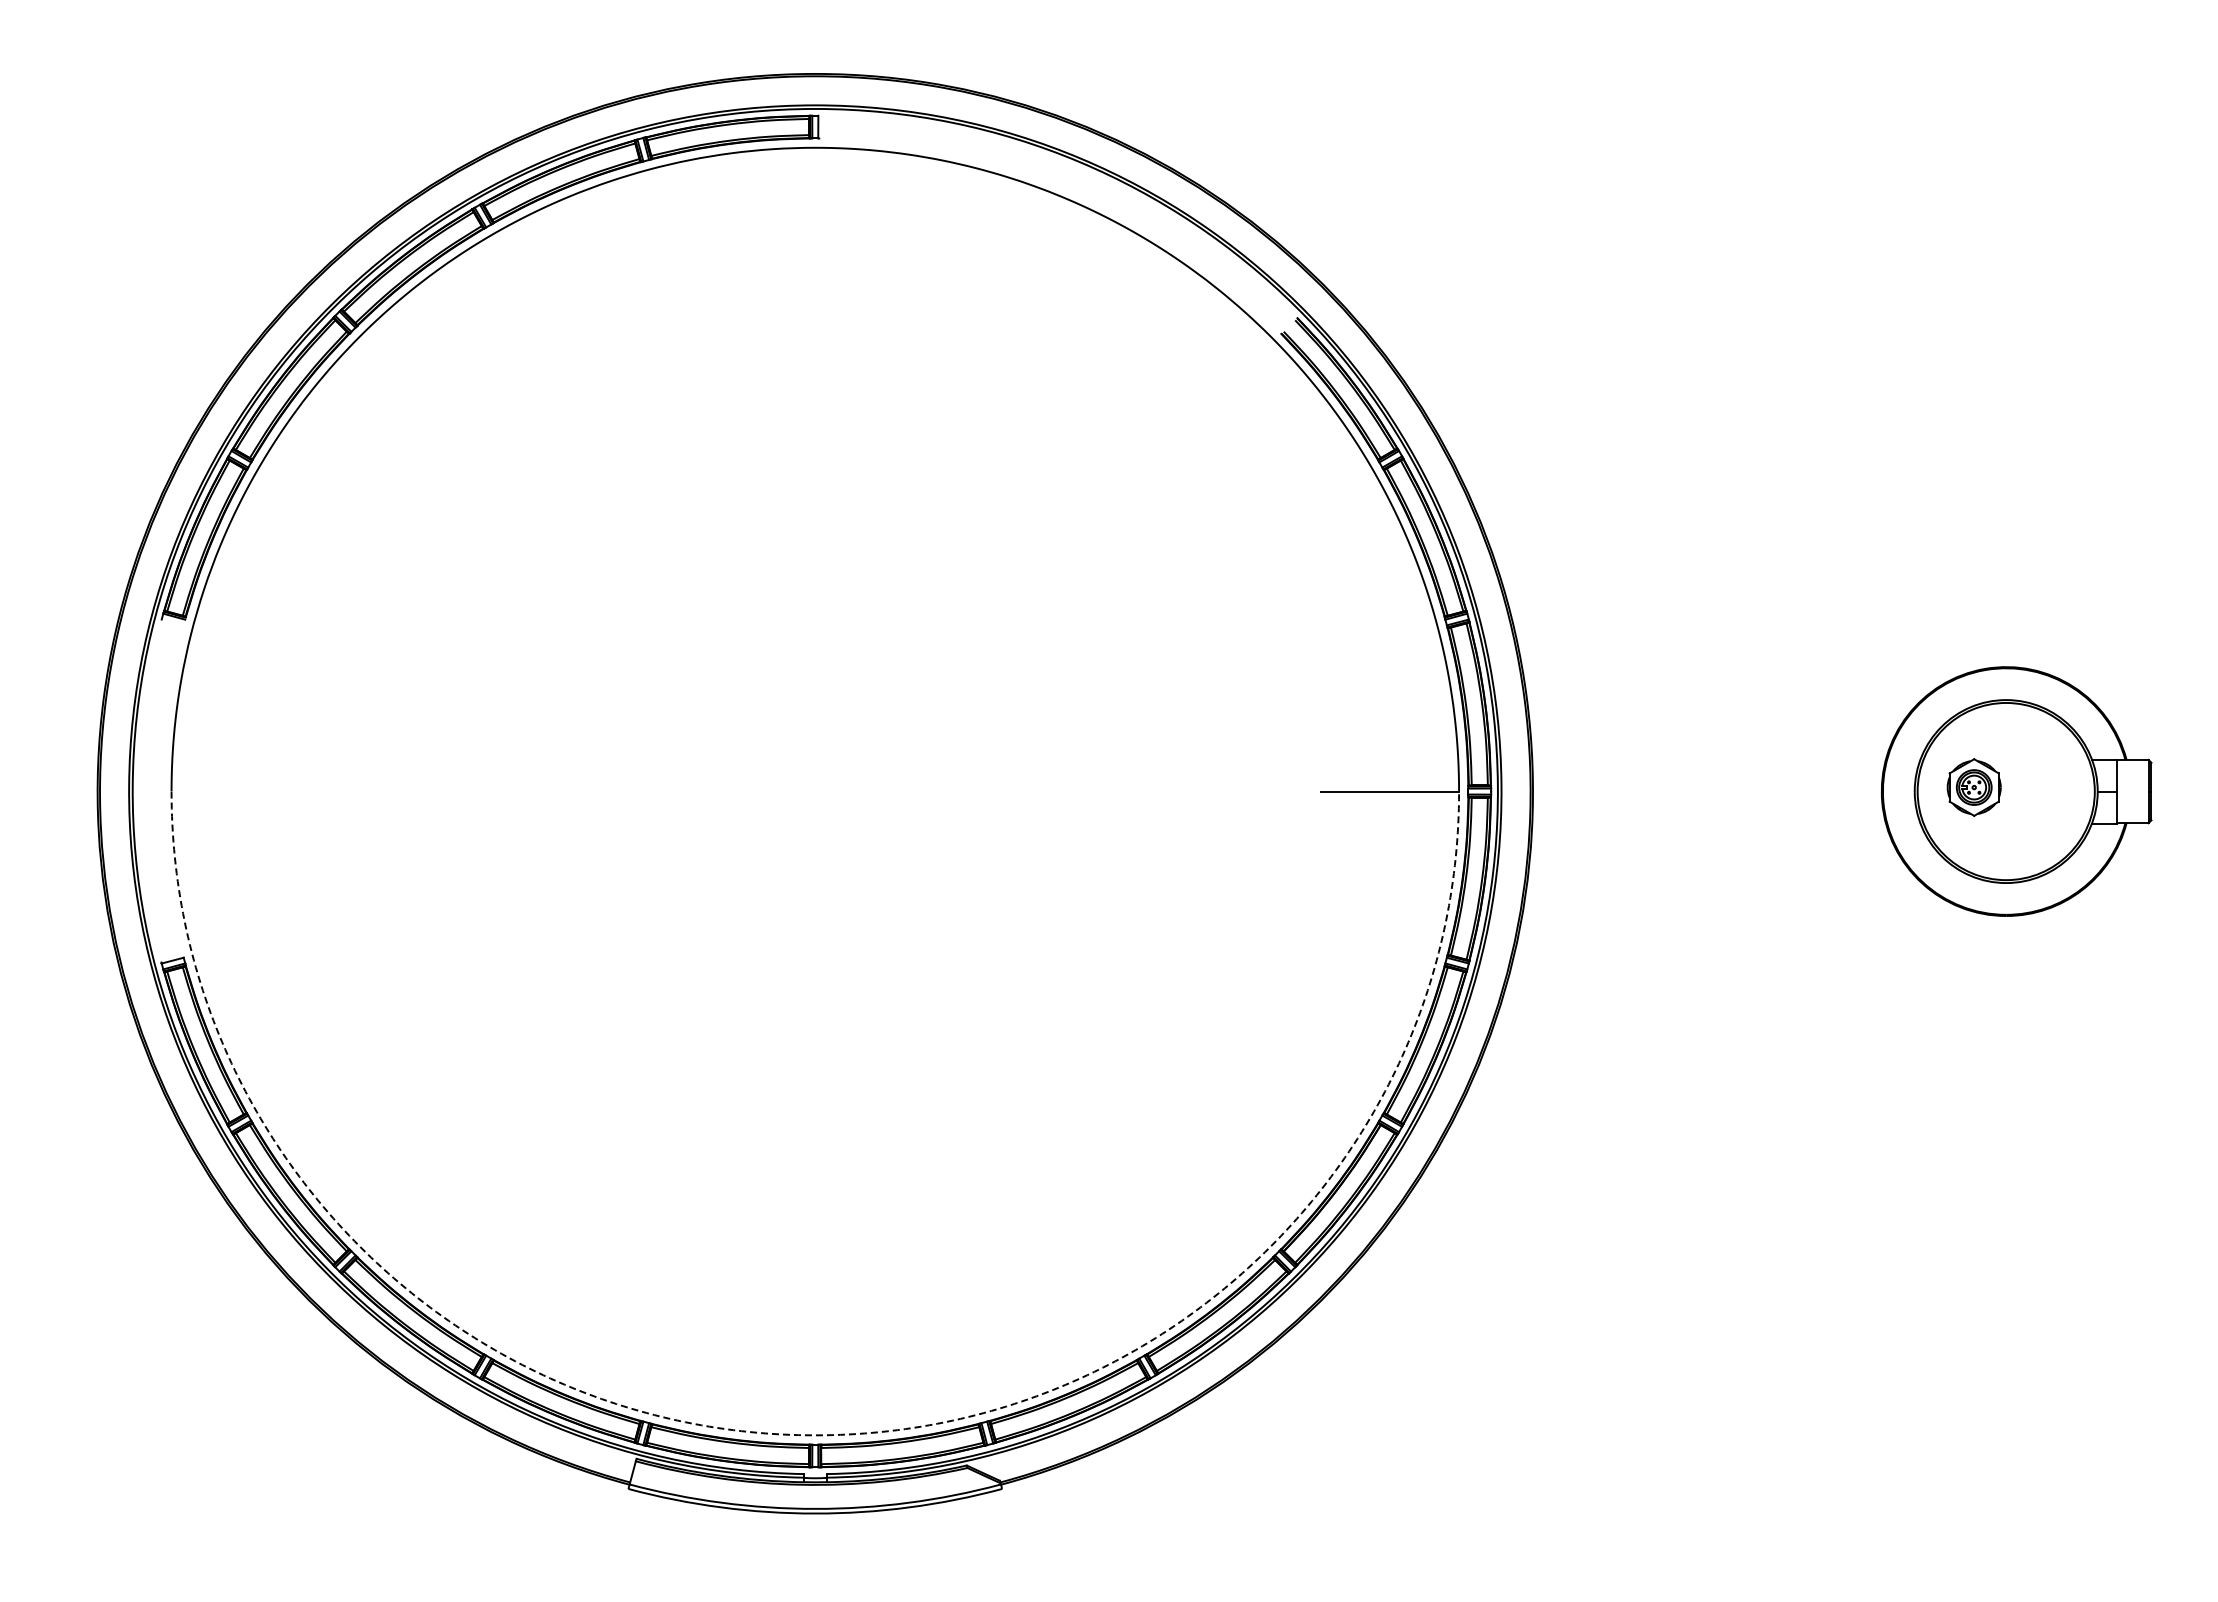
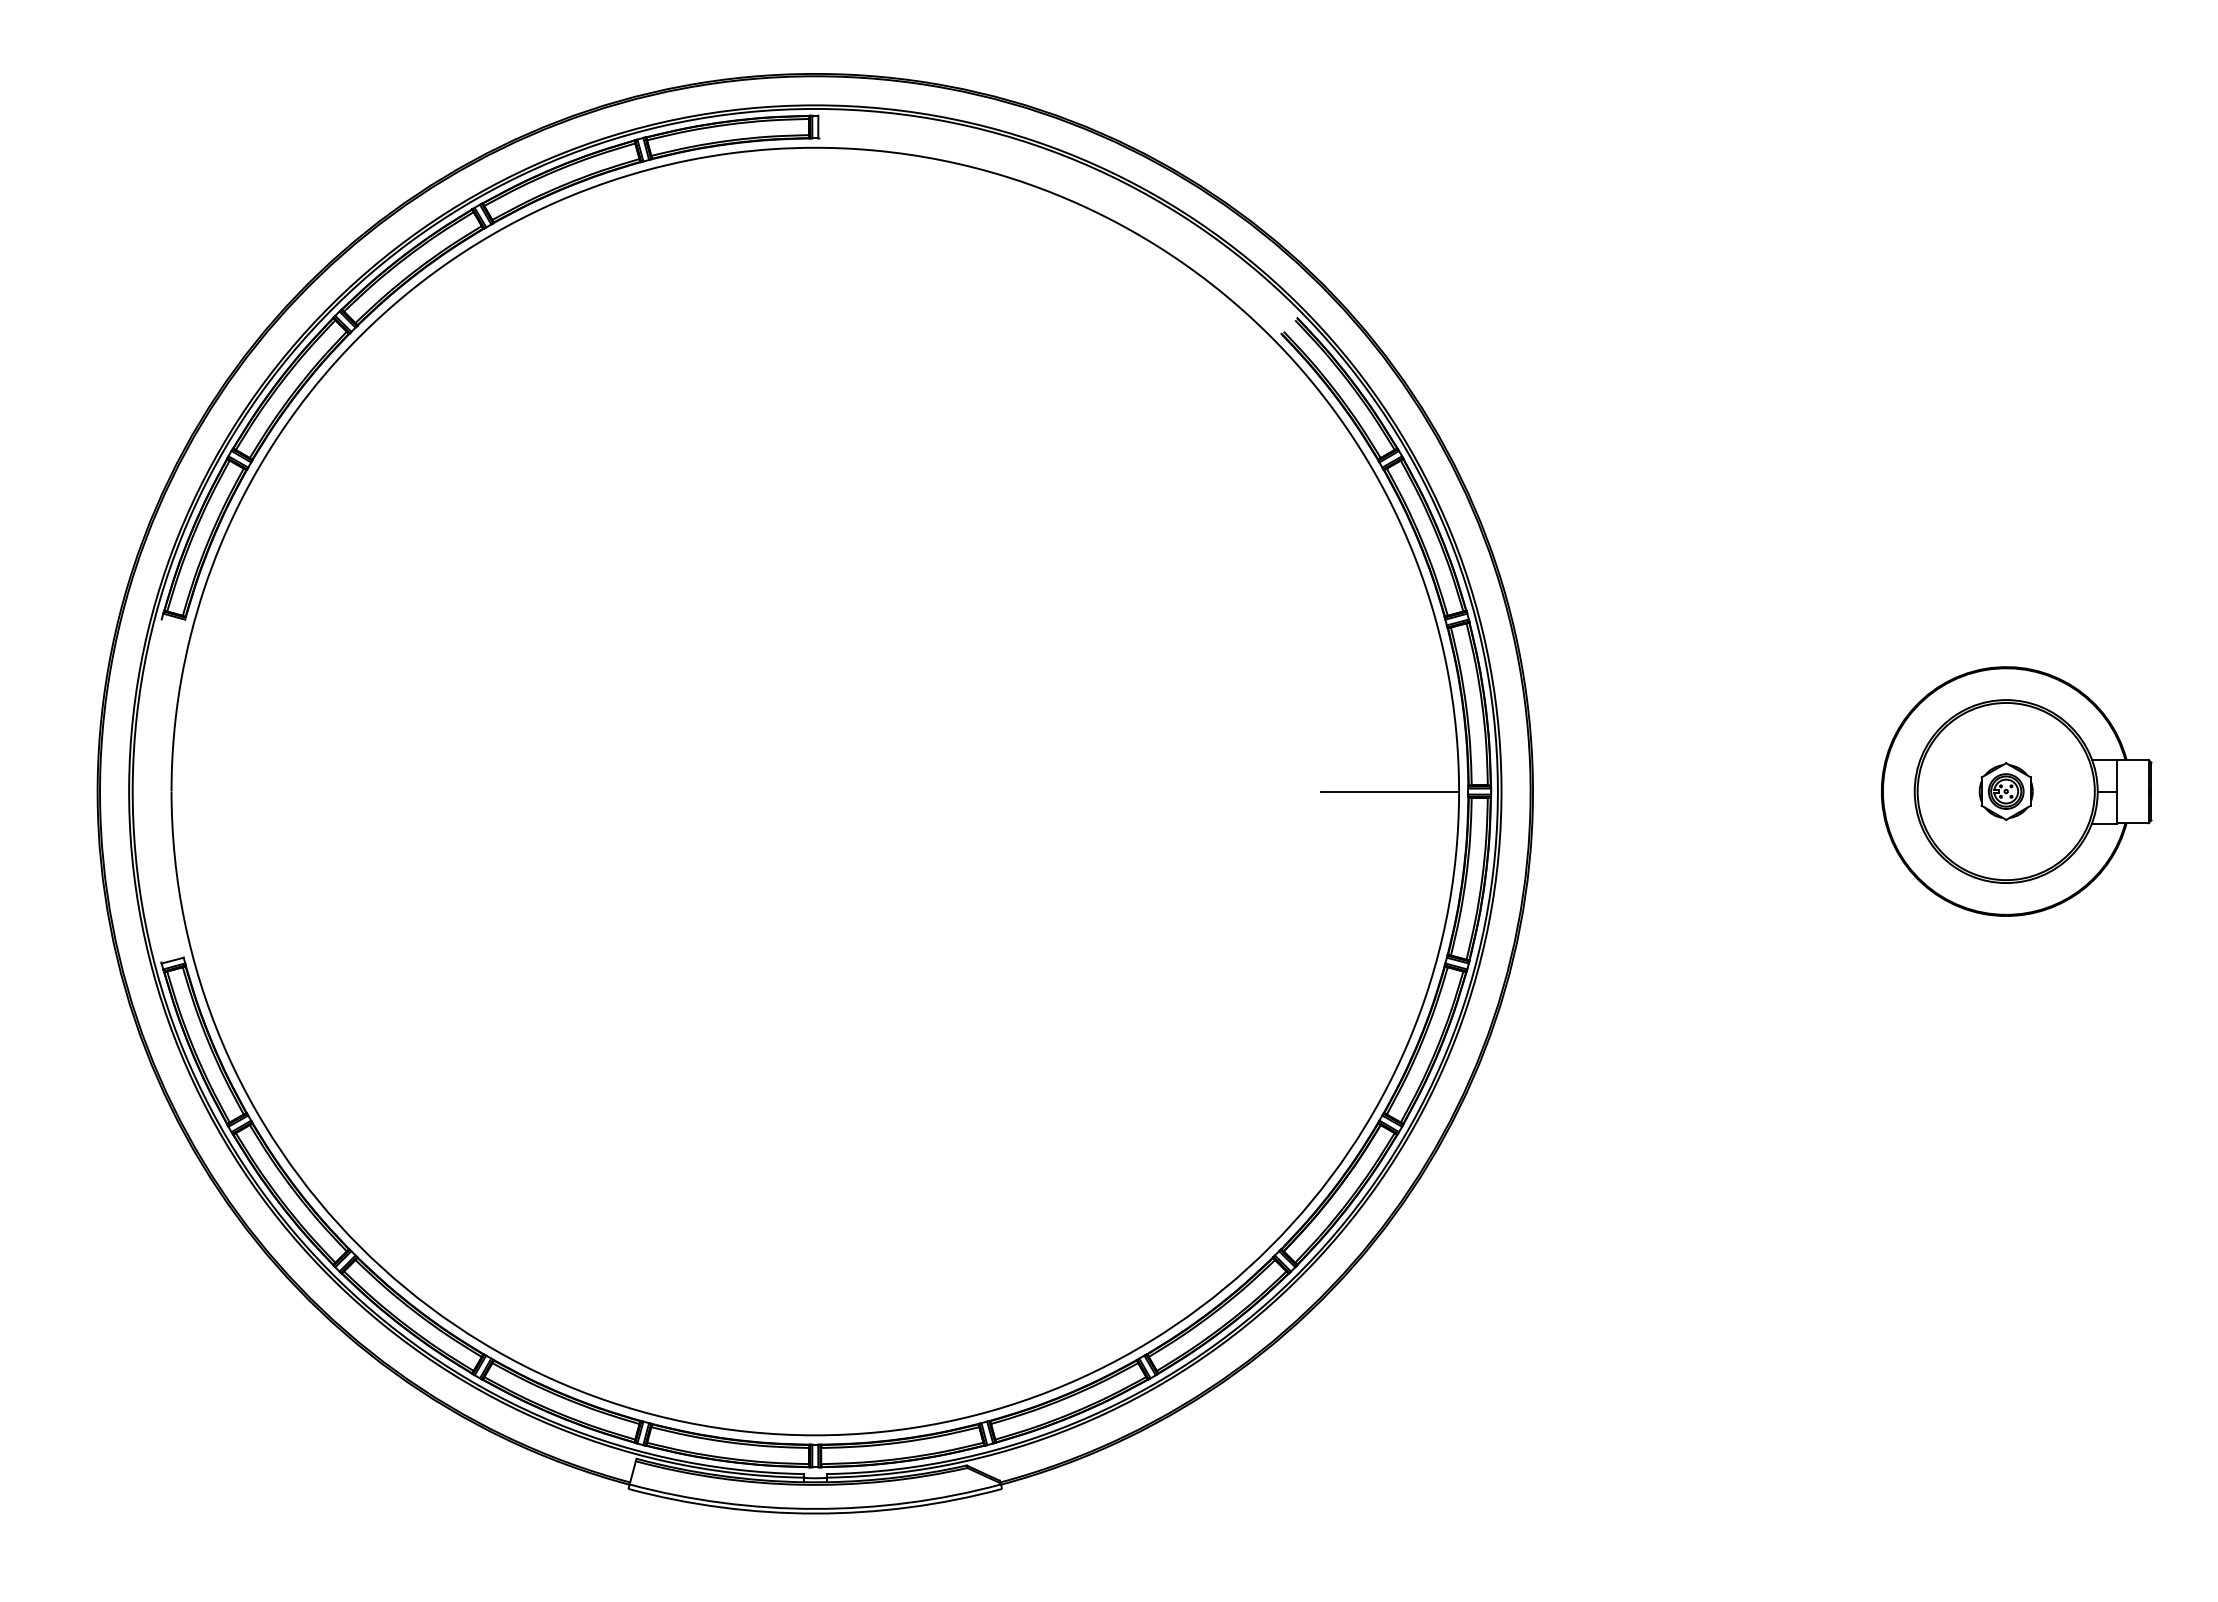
part at (1973, 787) position: (1973, 787) -> (2005, 791)
arc at (815, 1435): dashed -> solid
